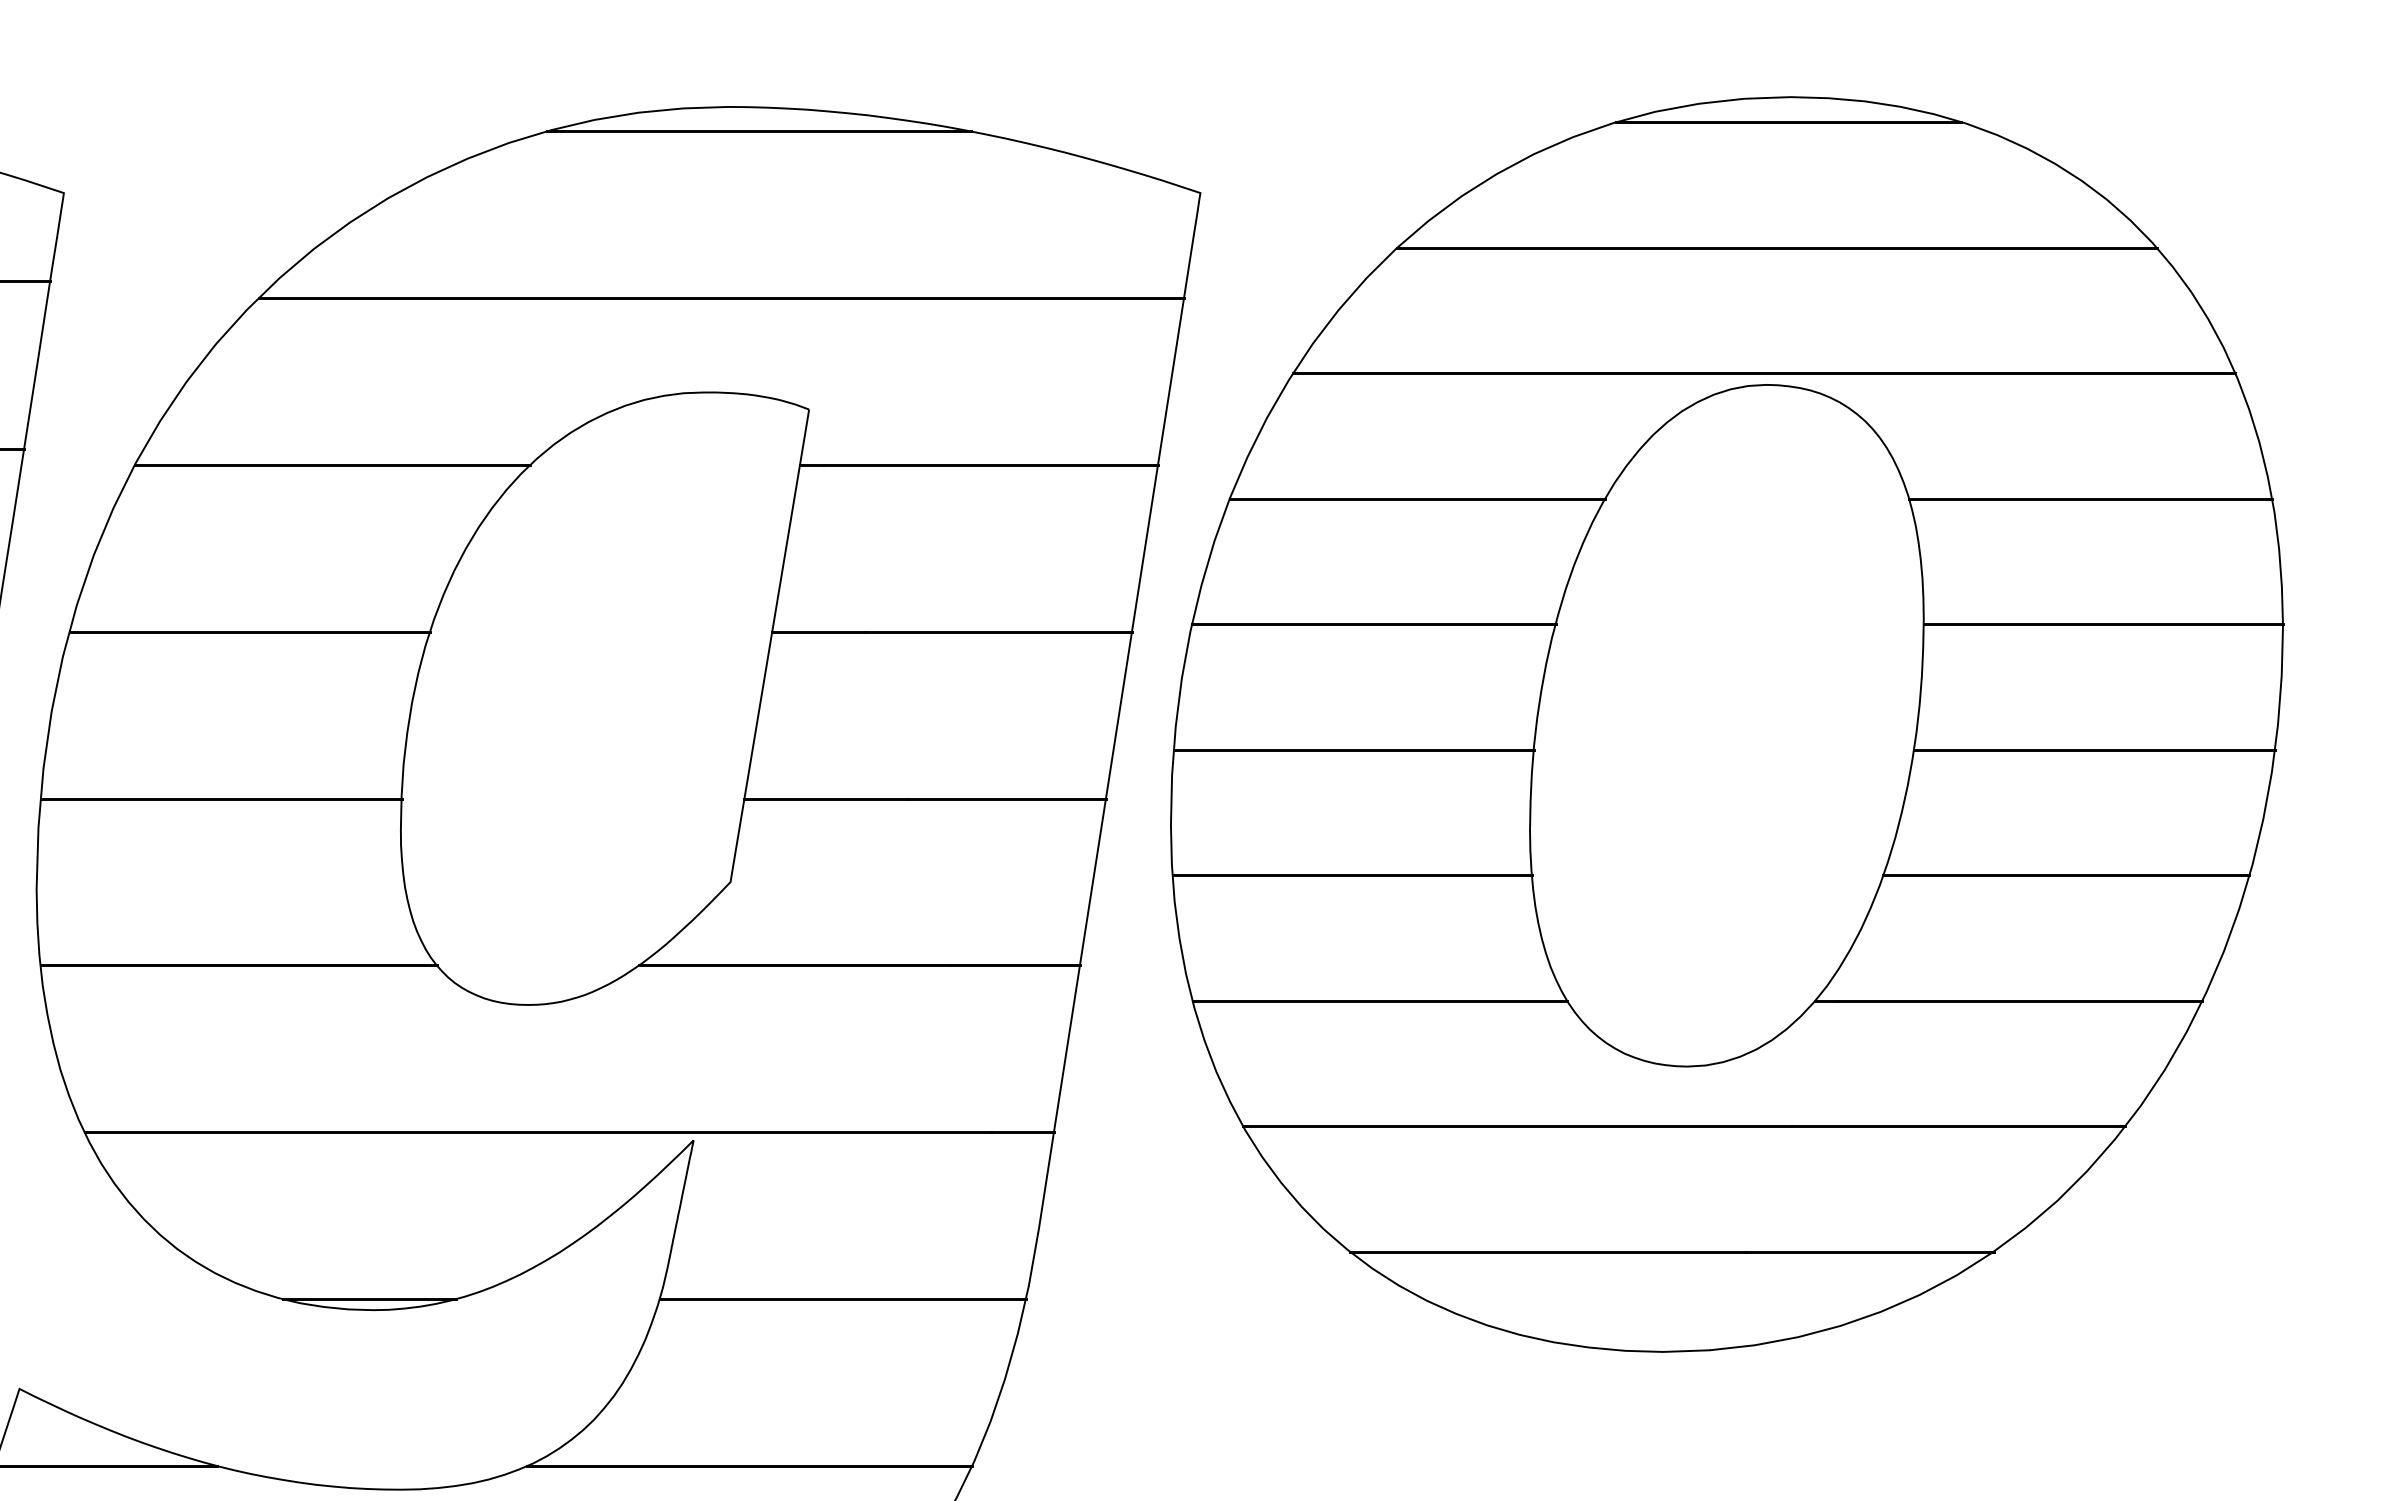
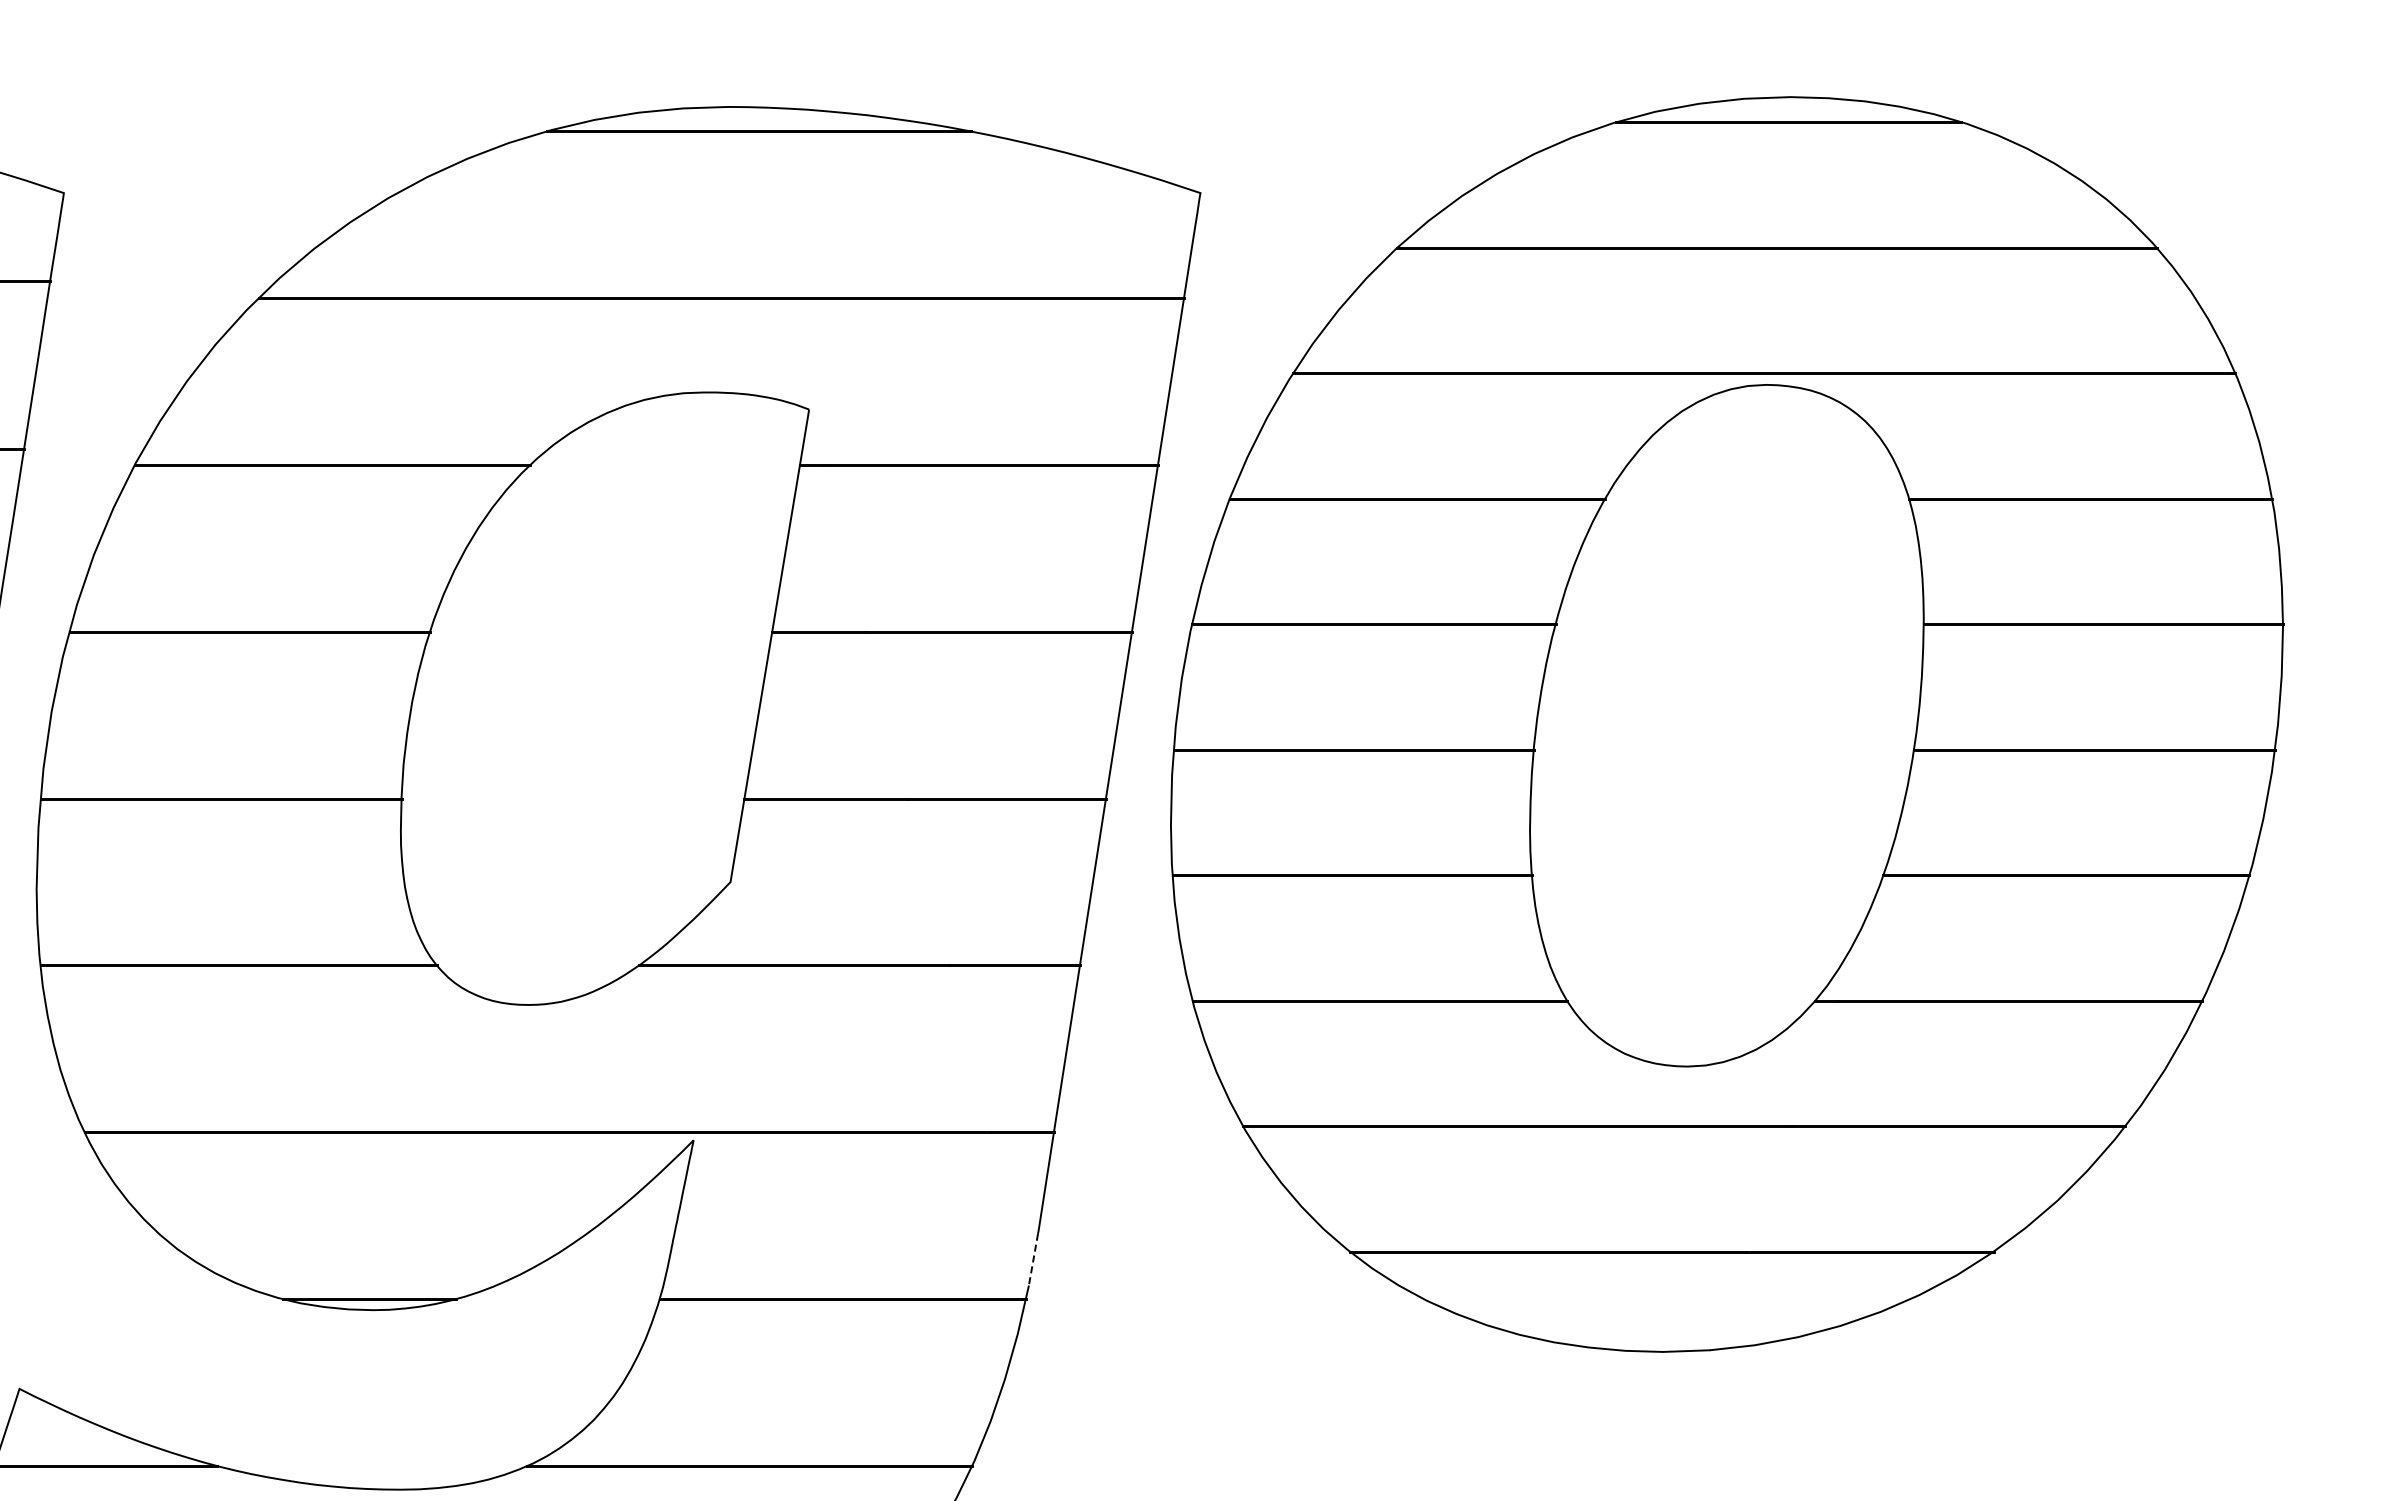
line at (1033, 1260): solid -> dashed
